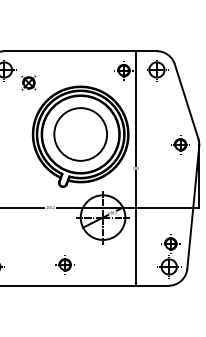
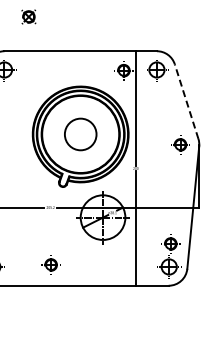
part at (28, 82) position: (28, 82) -> (28, 16)
line at (186, 101): solid -> dashed
circle at (80, 134) diameter: 53 px -> 32 px
part at (64, 264) position: (64, 264) -> (50, 264)
